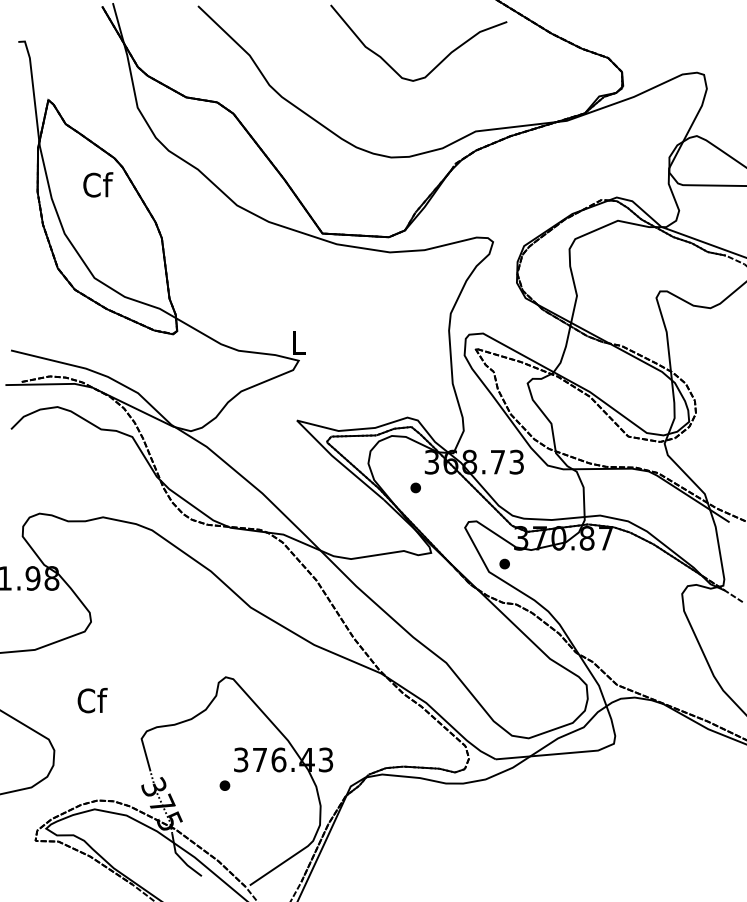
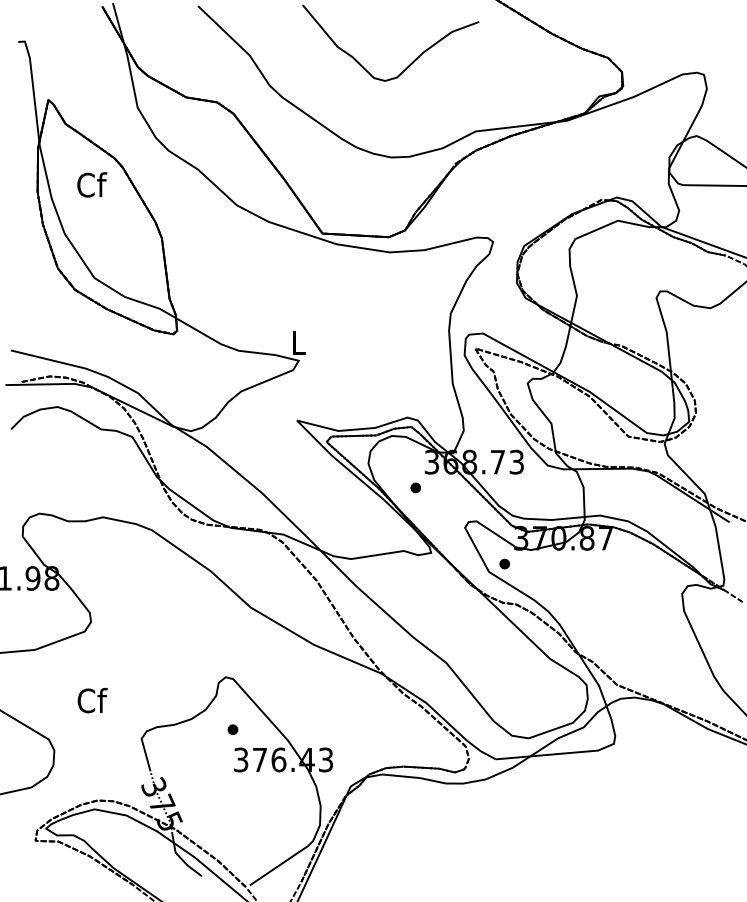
curve at (439, 62) position: (439, 62) -> (411, 62)
text at (98, 184) position: (98, 184) -> (92, 184)
part at (224, 785) position: (224, 785) -> (232, 729)
